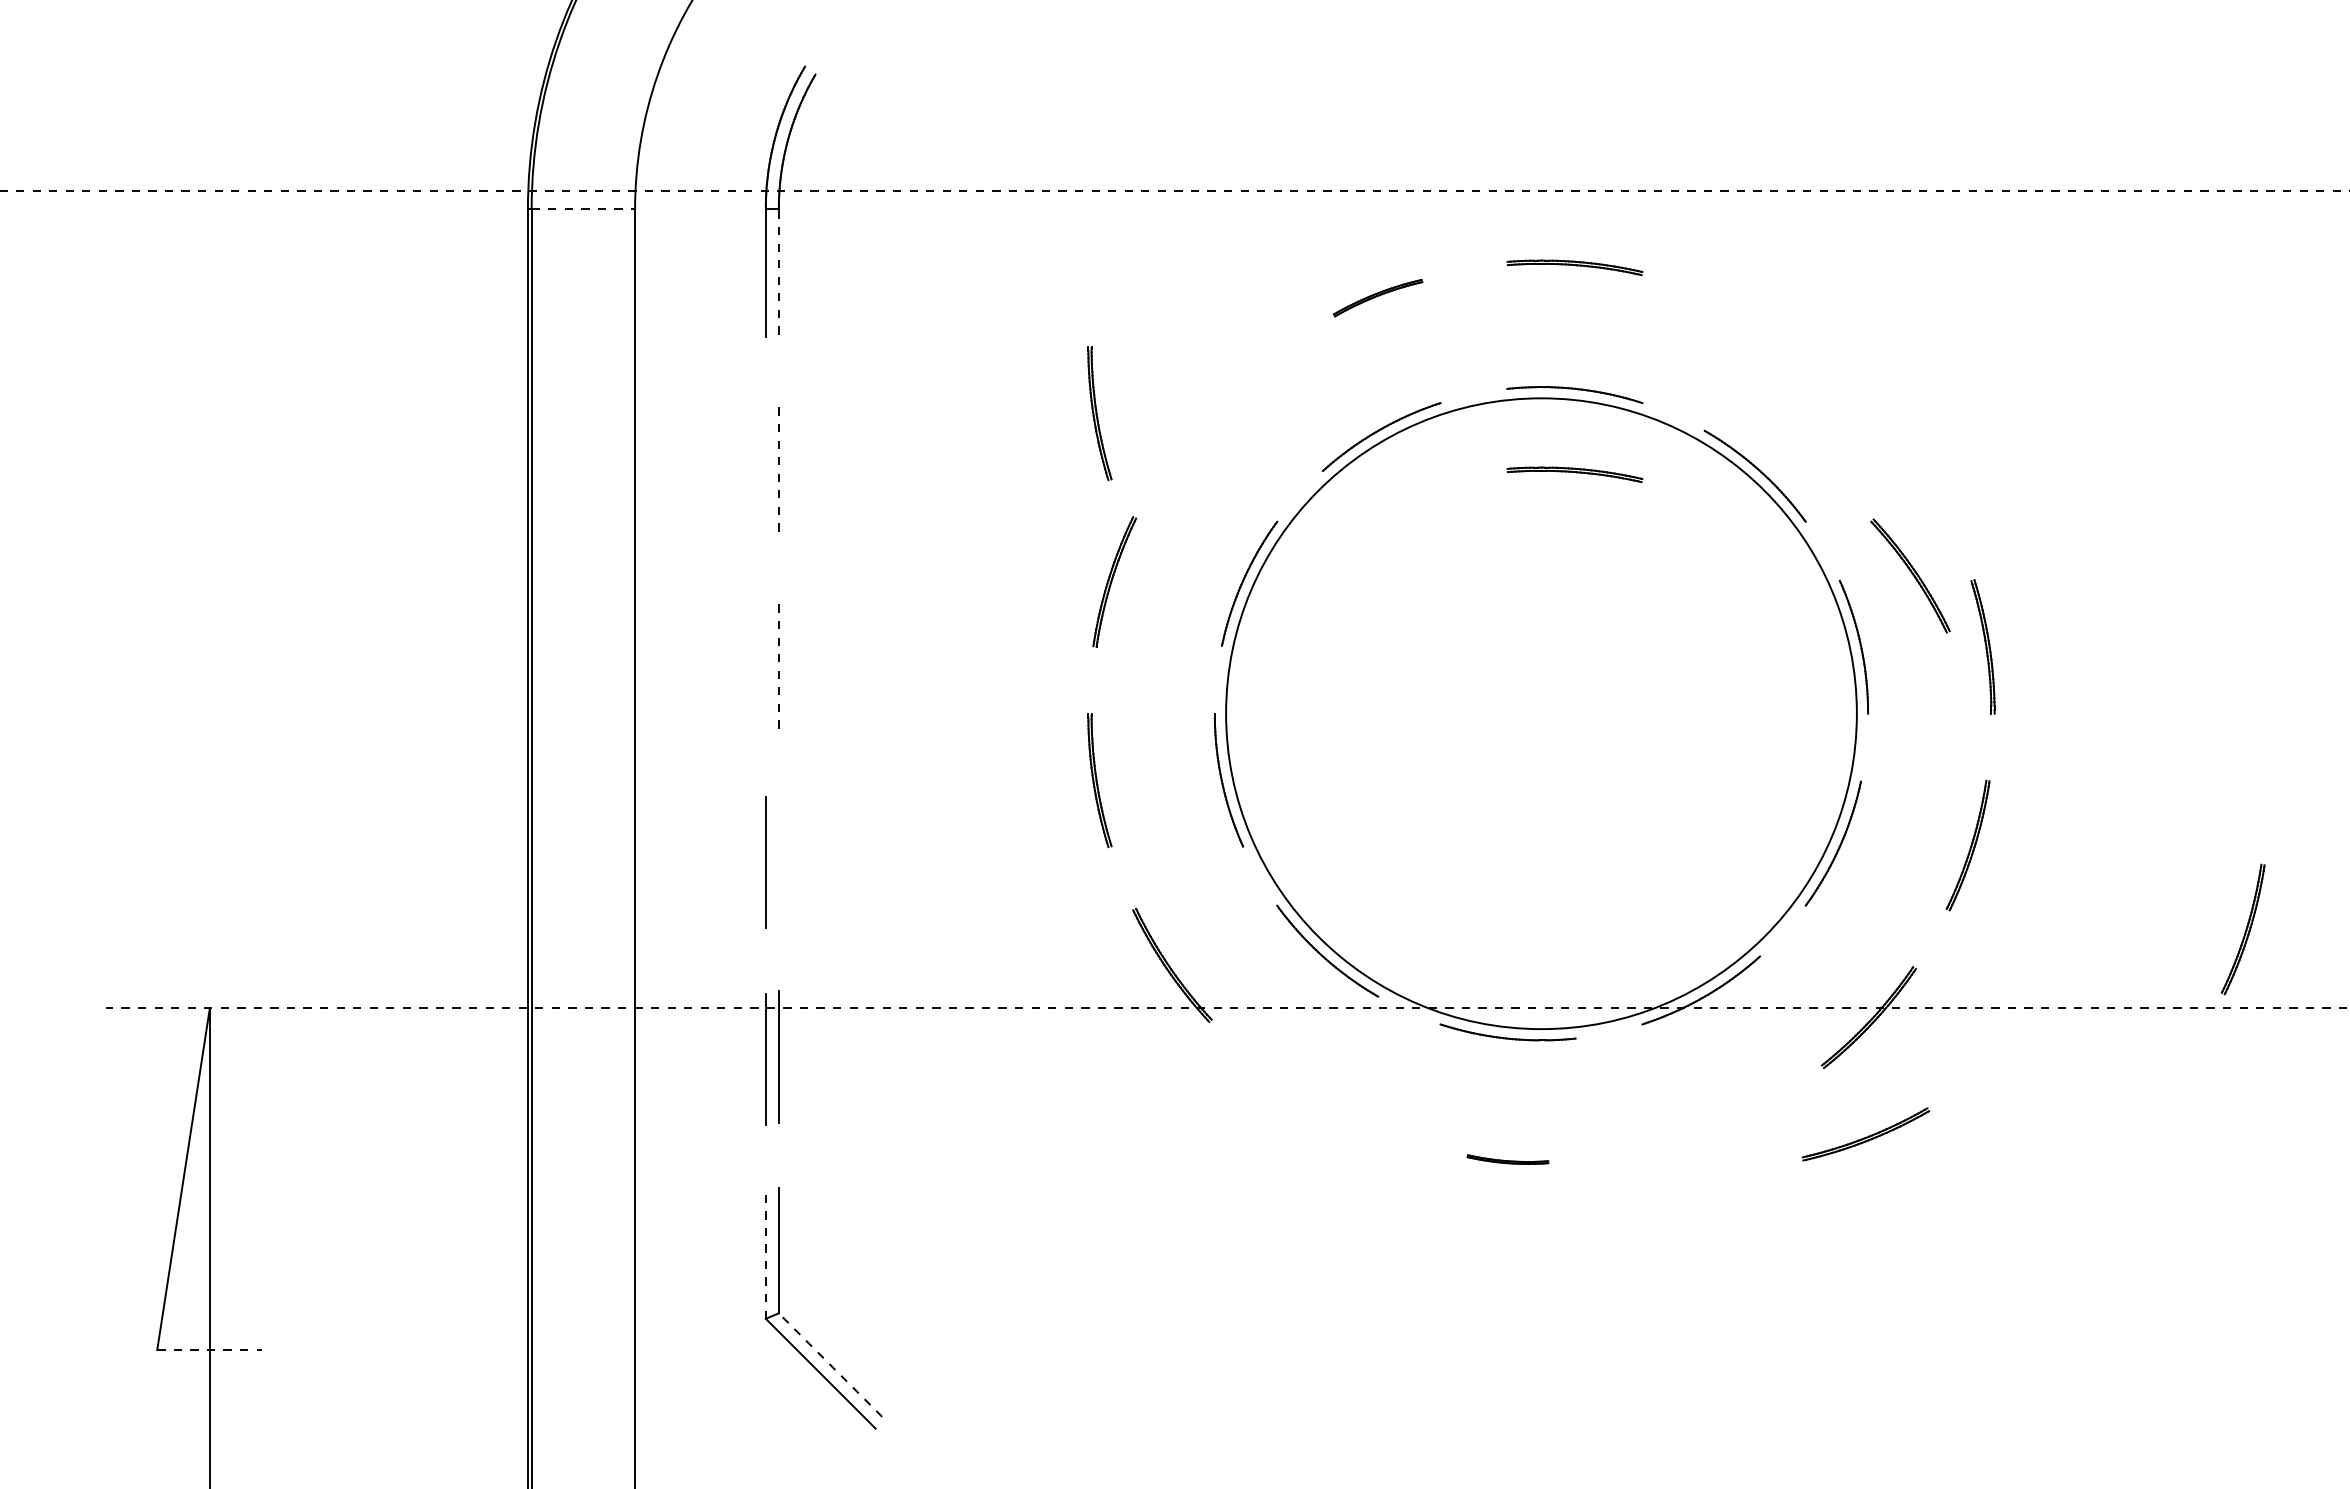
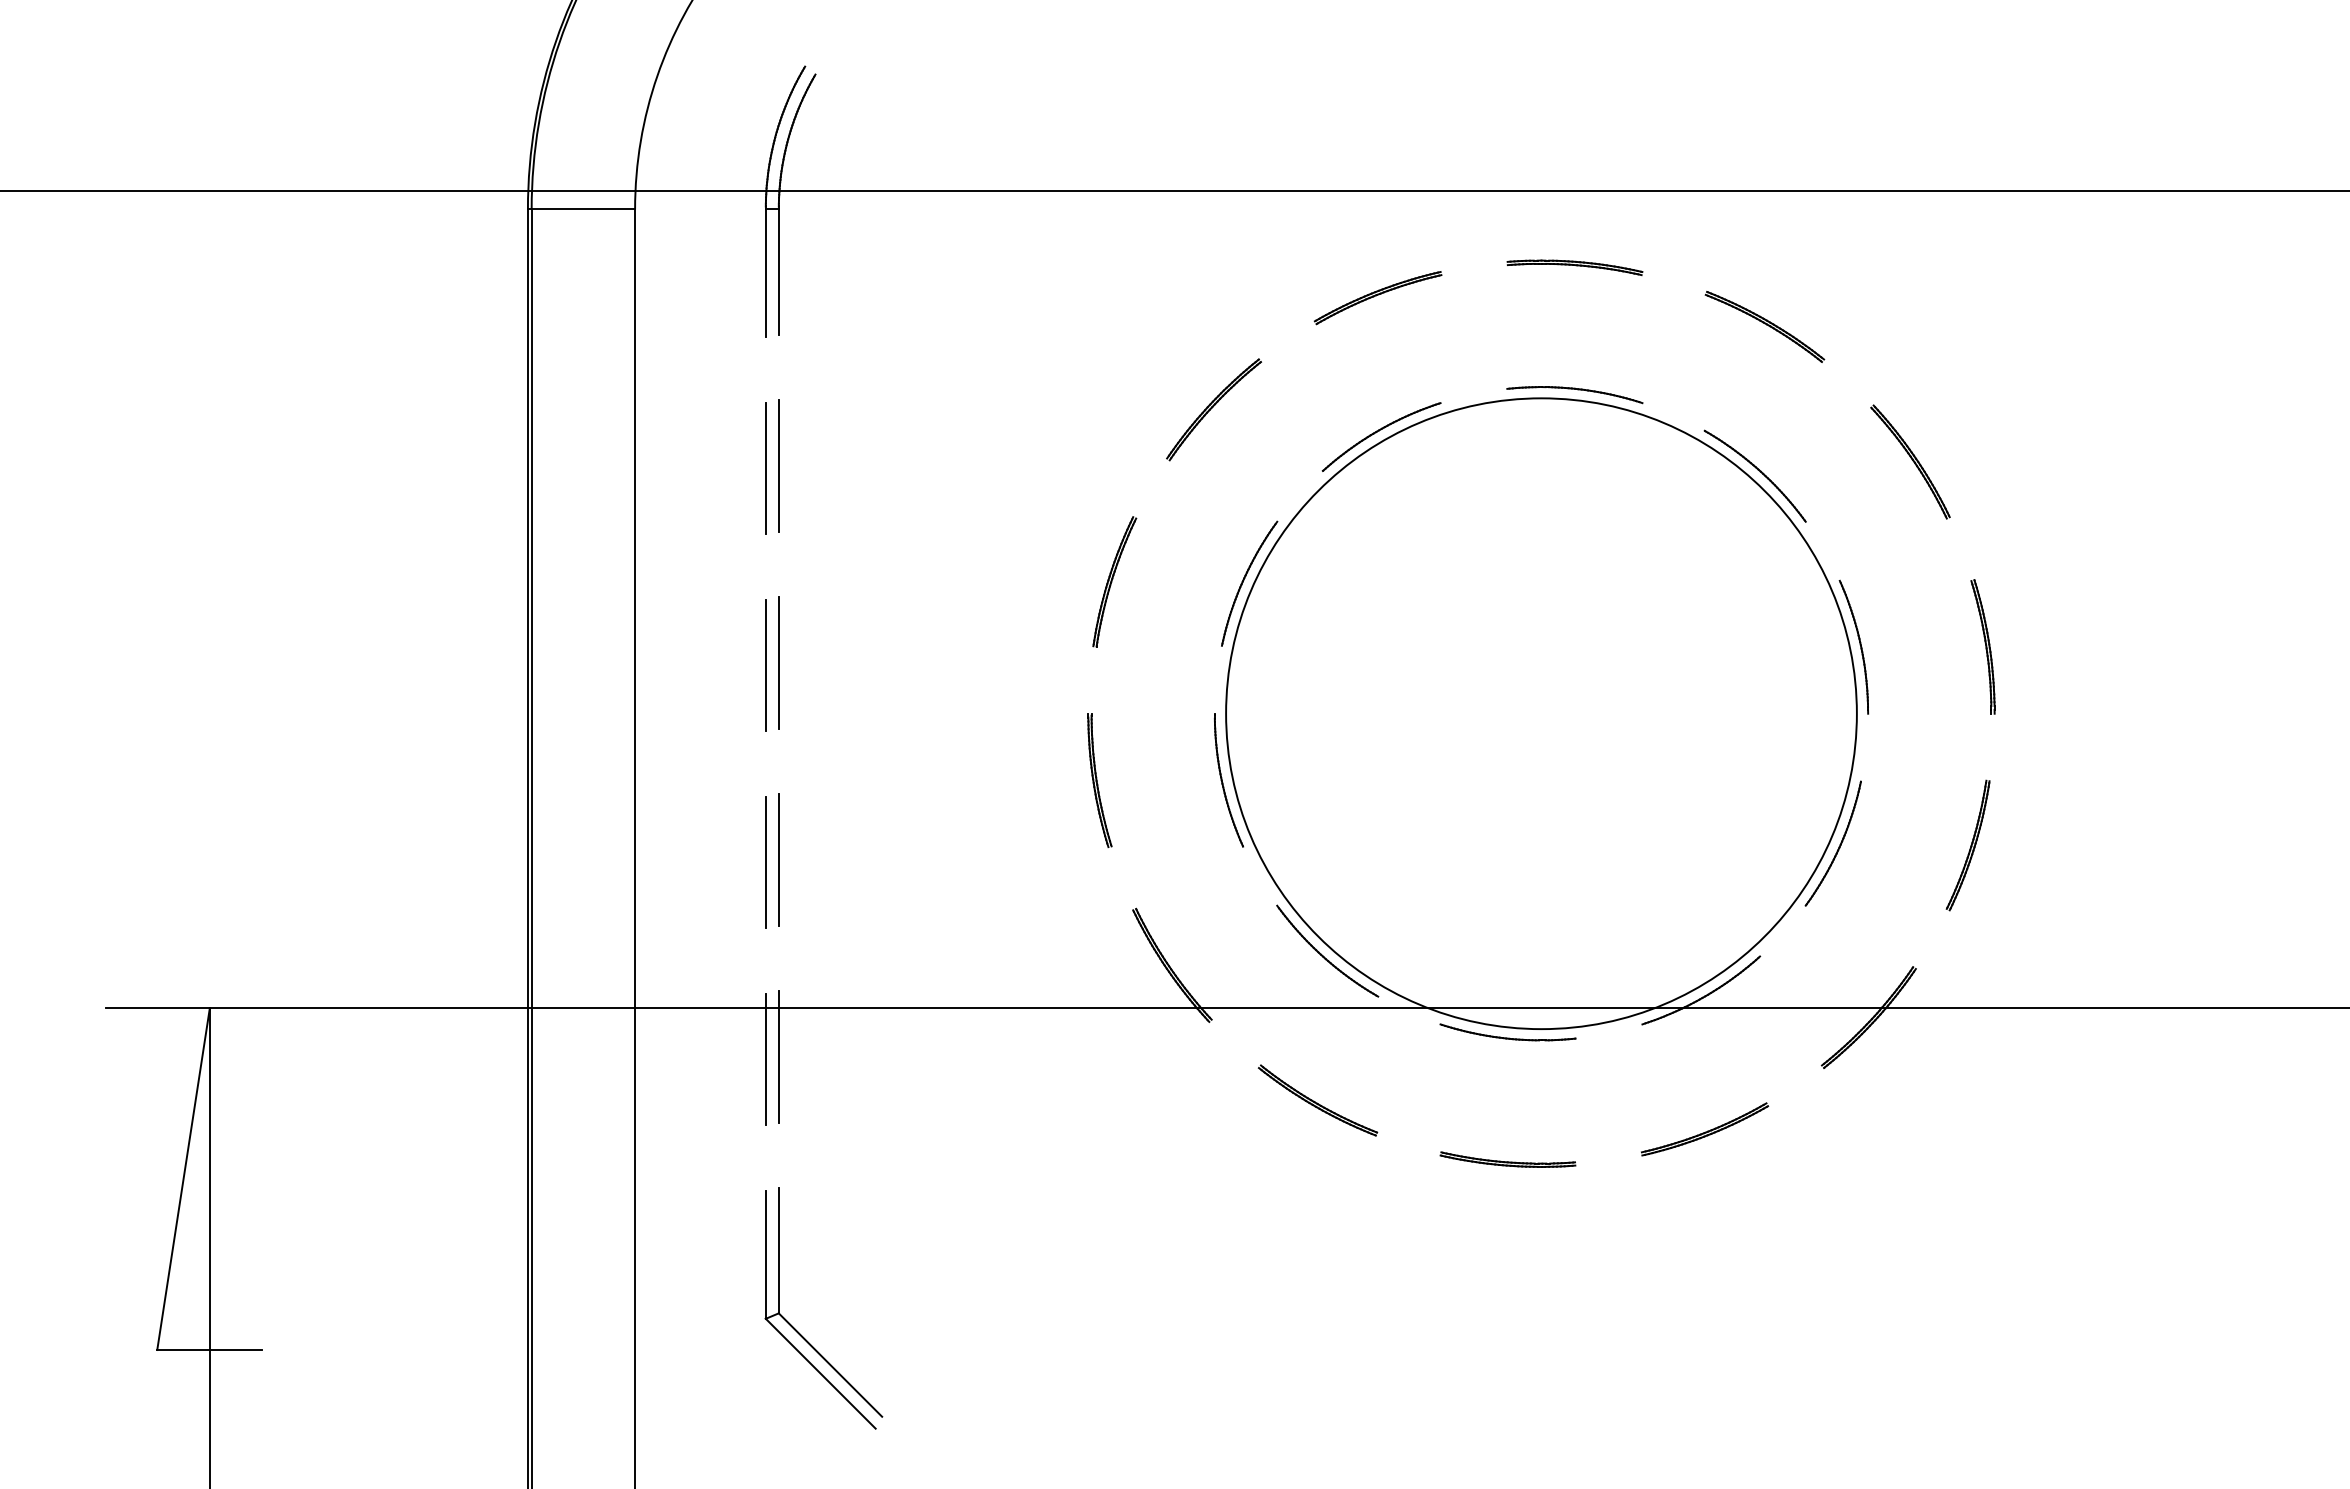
line at (1174, 191): dashed -> solid
line at (583, 209): dashed -> solid
line at (778, 272): dashed -> solid
part at (1377, 298) size: 92x39 px -> 130x55 px
part at (1764, 326): none -> present
part at (1213, 409): none -> present
part at (1099, 413): present -> none
line at (778, 465): dashed -> solid
line at (765, 468): none -> present
part at (1574, 474): present -> none
part at (1910, 575) position: (1910, 575) -> (1910, 461)
line at (778, 662): dashed -> solid
line at (765, 665): none -> present
line at (778, 859): none -> present
part at (2242, 929): present -> none
line at (1228, 1008): dashed -> solid
part at (1317, 1100): none -> present
part at (1866, 1134) position: (1866, 1134) -> (1705, 1129)
part at (1507, 1159) size: 84x11 px -> 138x17 px
line at (765, 1254): dashed -> solid
line at (209, 1350): dashed -> solid
line at (830, 1364): dashed -> solid
